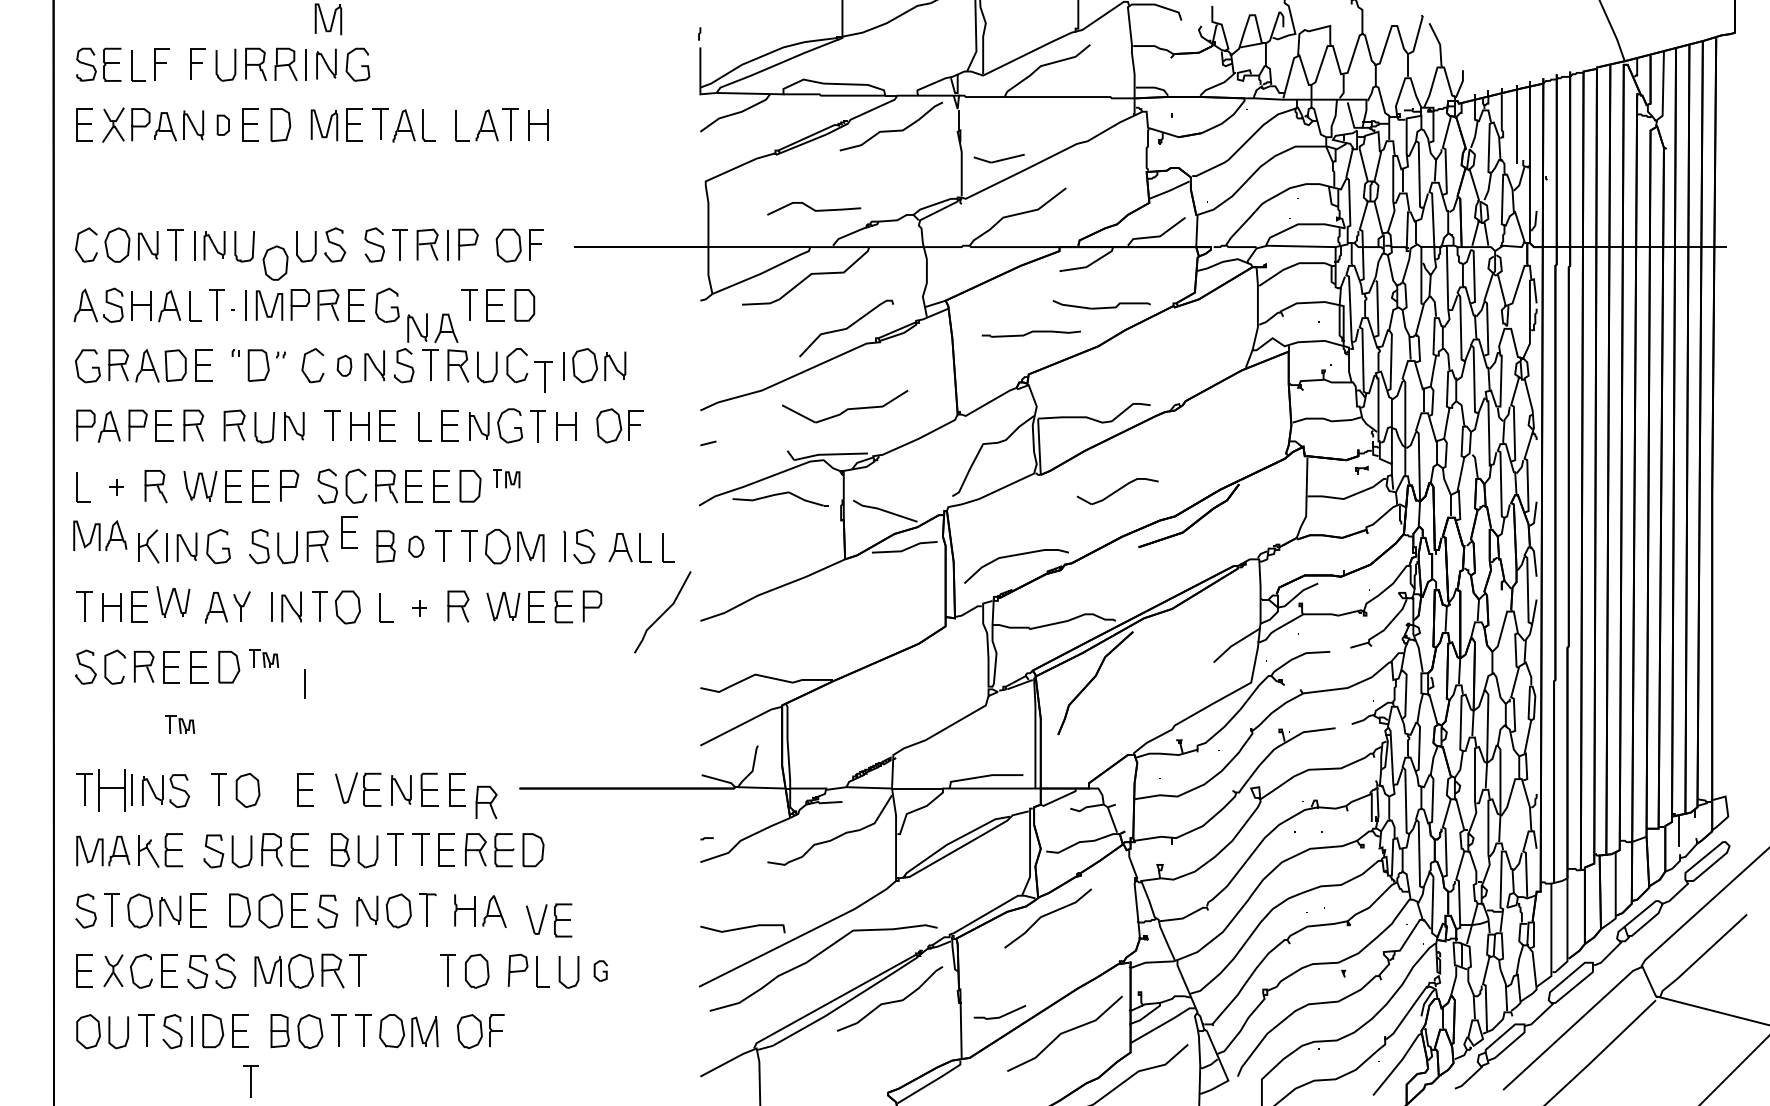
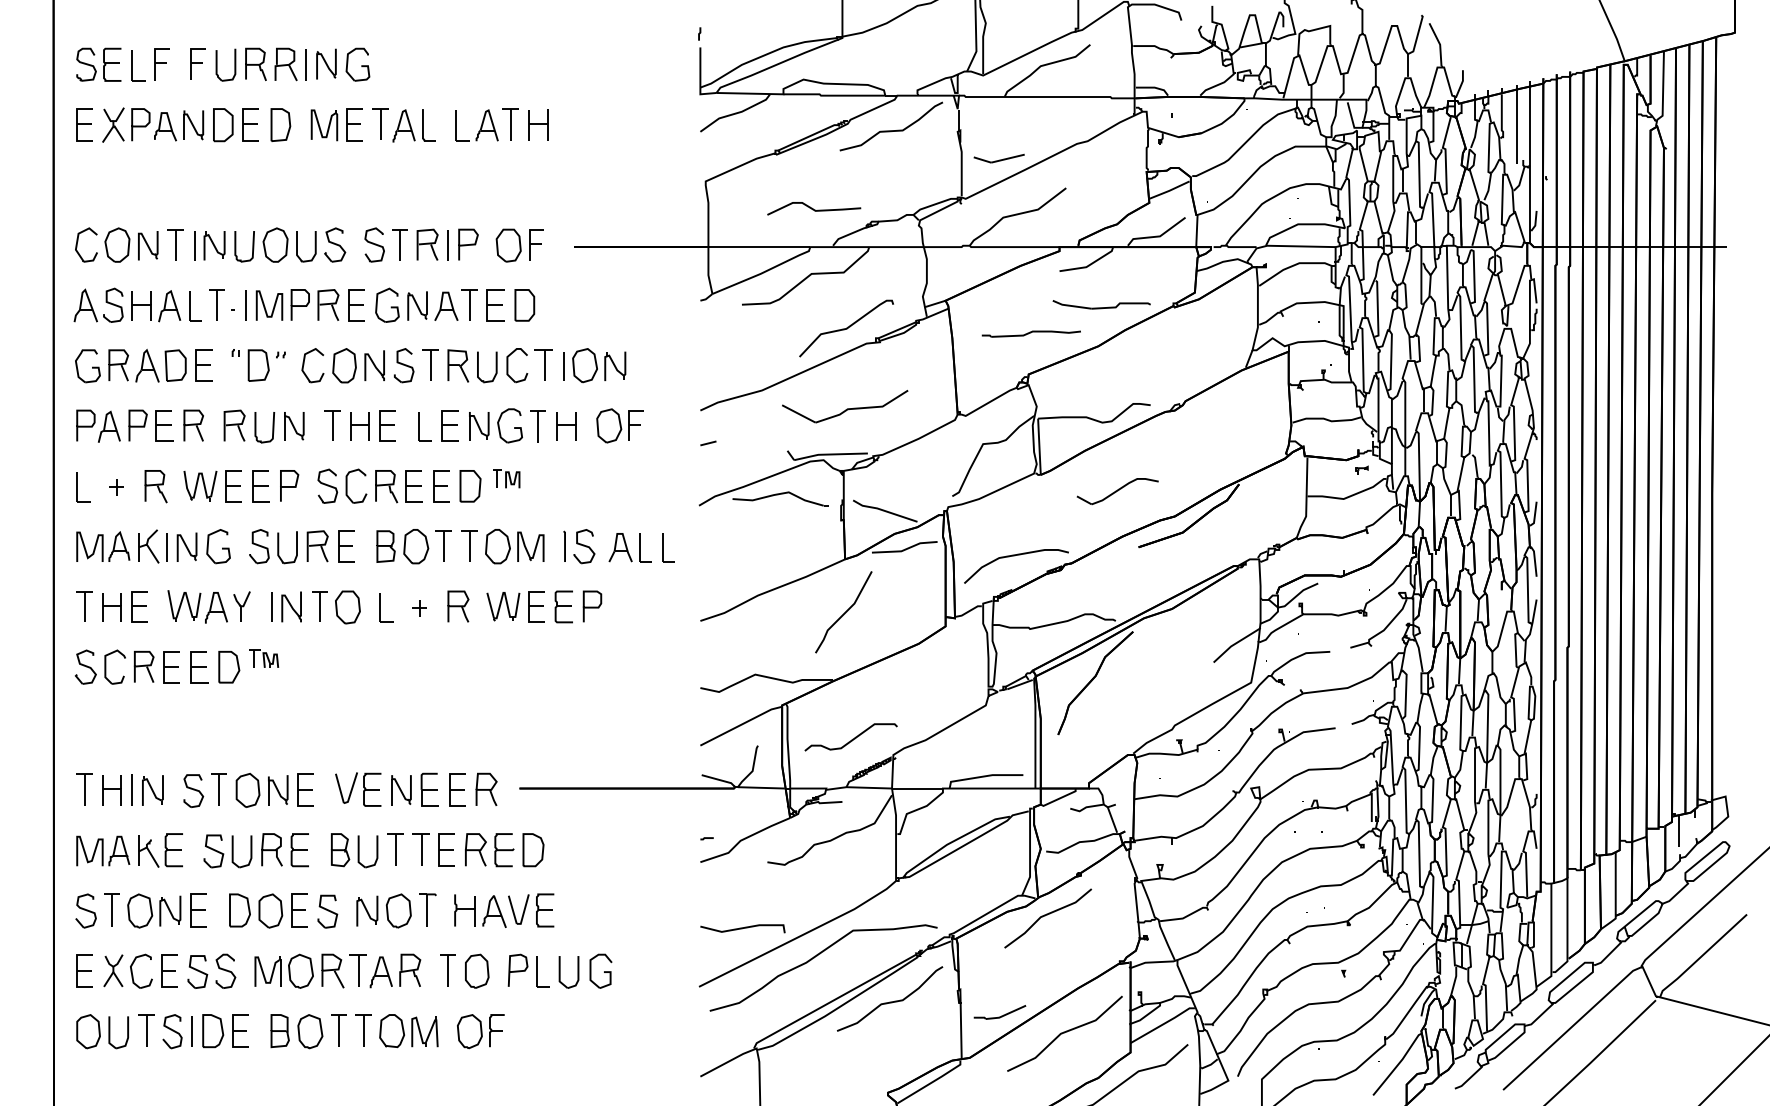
part at (328, 19): present -> none
part at (222, 124) size: 14x22 px -> 21x35 px
part at (275, 262) position: (275, 262) -> (275, 244)
part at (432, 327) position: (432, 327) -> (432, 305)
part at (344, 365) size: 17x23 px -> 25x36 px
part at (543, 376) position: (543, 376) -> (543, 364)
part at (349, 532) position: (349, 532) -> (346, 546)
part at (100, 535) position: (100, 535) -> (103, 546)
part at (416, 546) size: 17x23 px -> 27x36 px
part at (173, 601) position: (173, 601) -> (184, 605)
line at (663, 612) position: (663, 612) -> (844, 612)
line at (304, 683): present -> none
part at (180, 724): present -> none
curve at (852, 738): none -> present
part at (111, 790) size: 28x43 px -> 20x31 px
part at (278, 790): none -> present
part at (179, 791) position: (179, 791) -> (193, 791)
part at (486, 801) position: (486, 801) -> (486, 788)
part at (549, 920) position: (549, 920) -> (531, 910)
part at (395, 970): none -> present
part at (600, 970) size: 15x22 px -> 24x36 px
part at (250, 1081): present -> none
